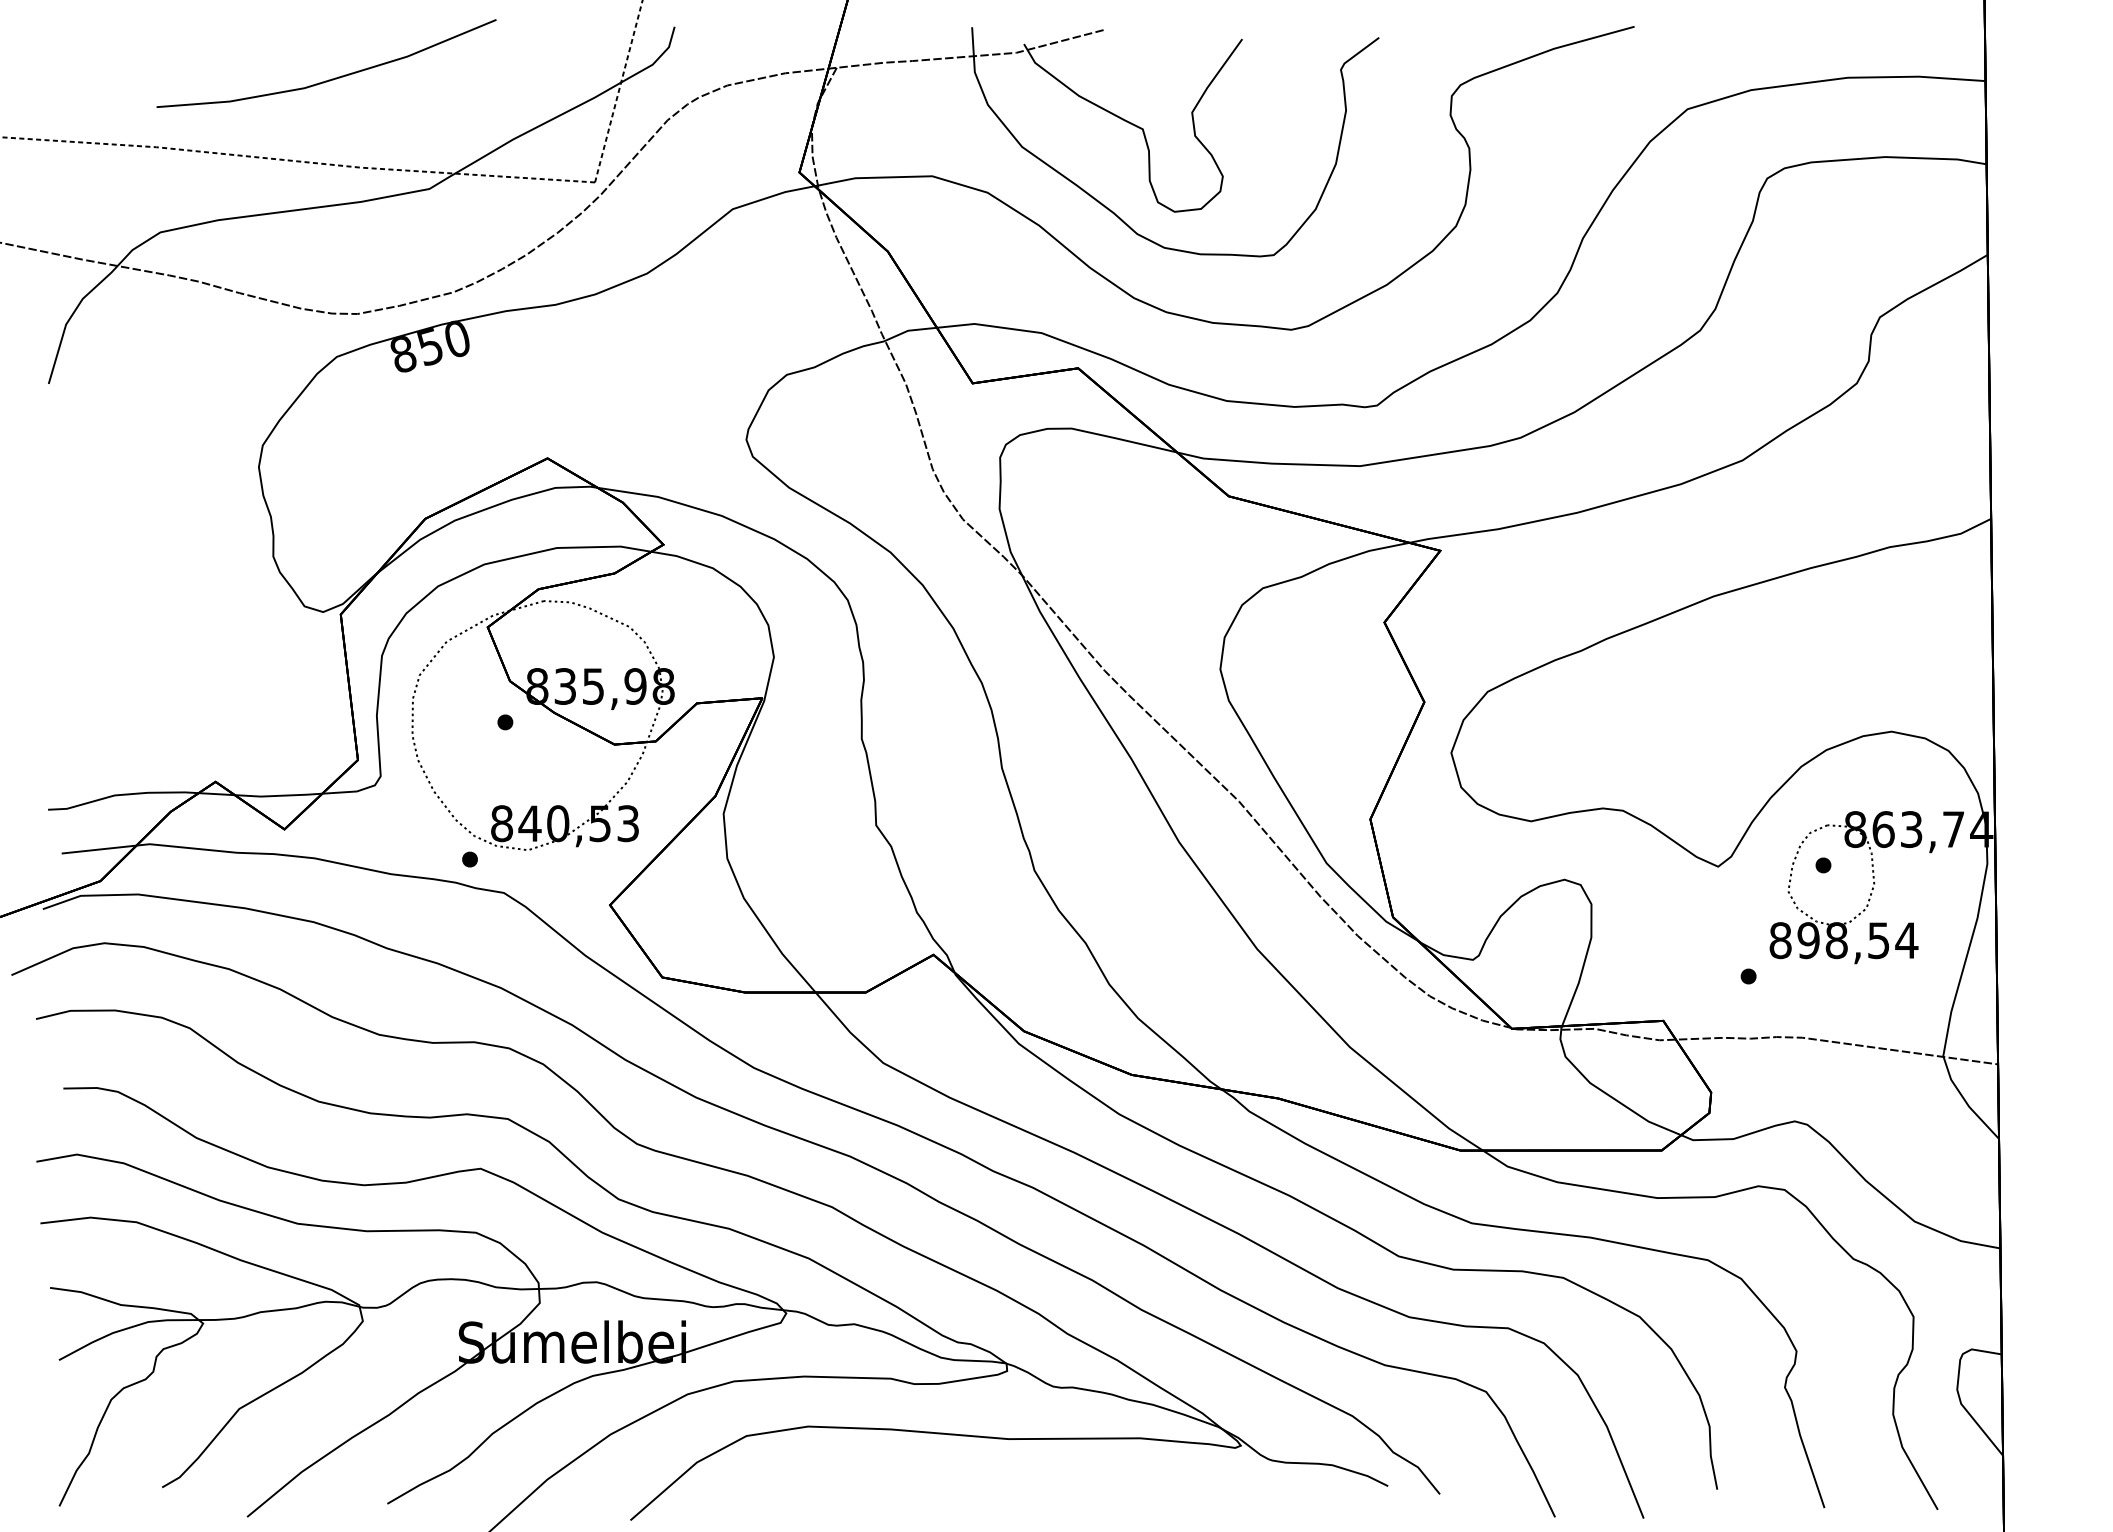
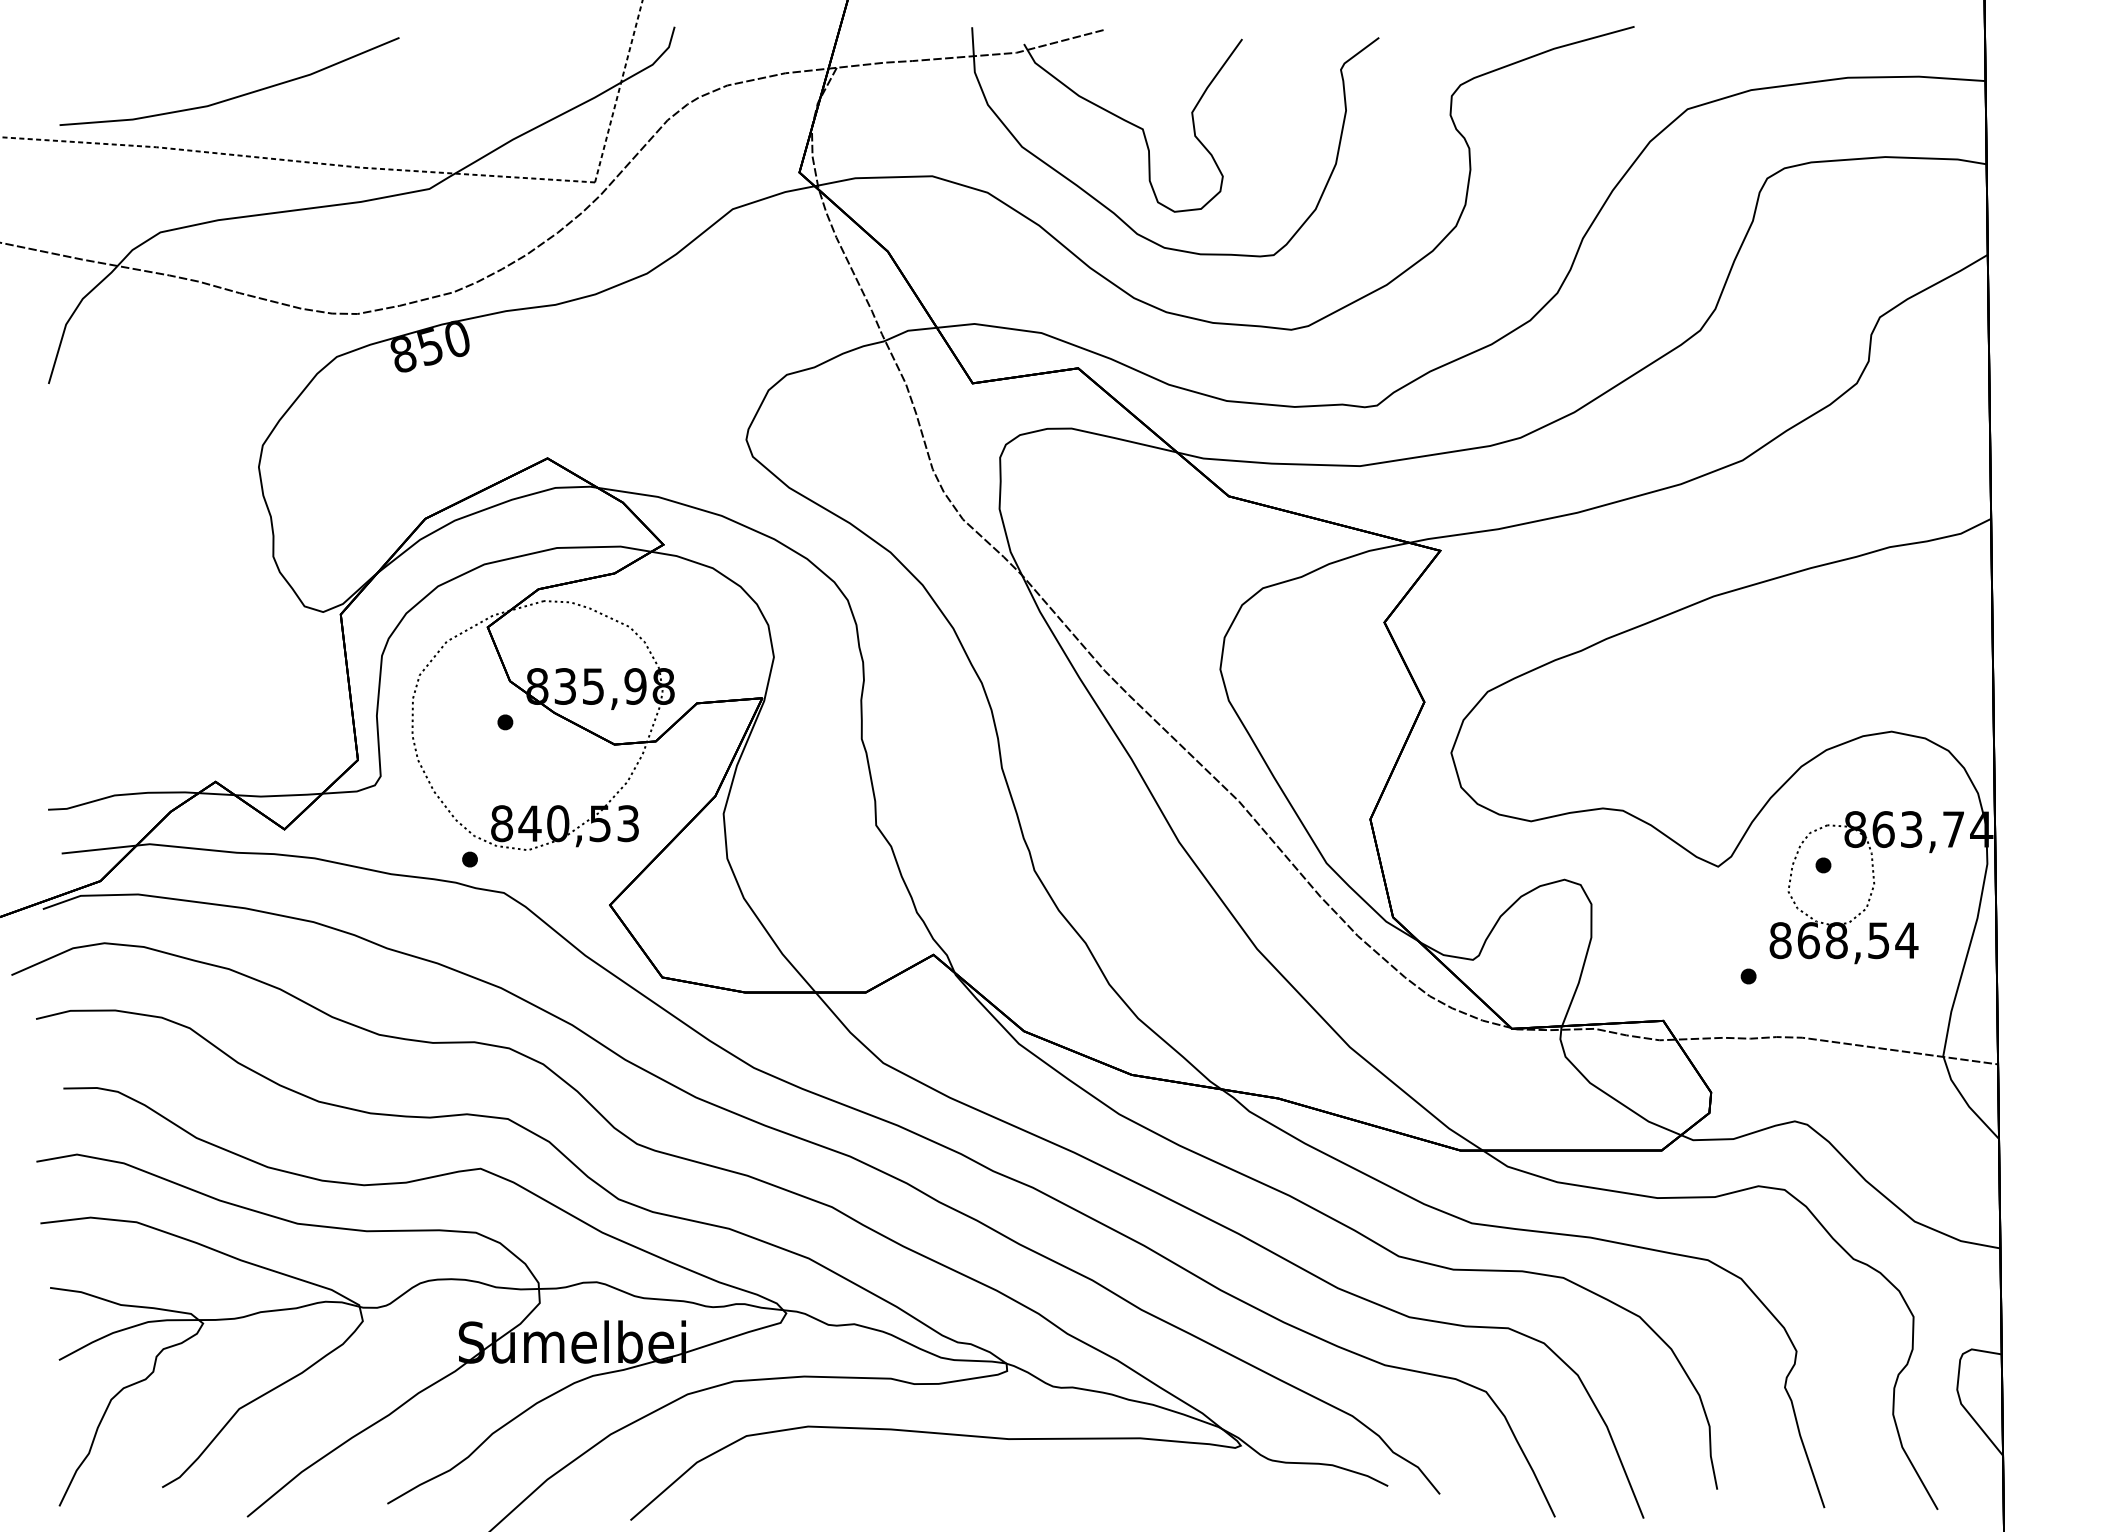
line at (328, 79) position: (328, 79) -> (231, 97)
text at (1808, 940): 898,54 -> 868,54
